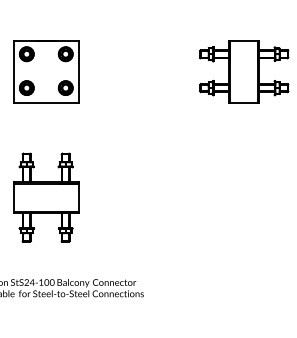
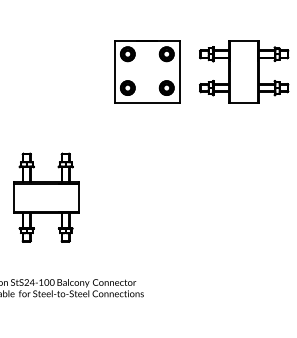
part at (46, 71) position: (46, 71) -> (147, 71)
